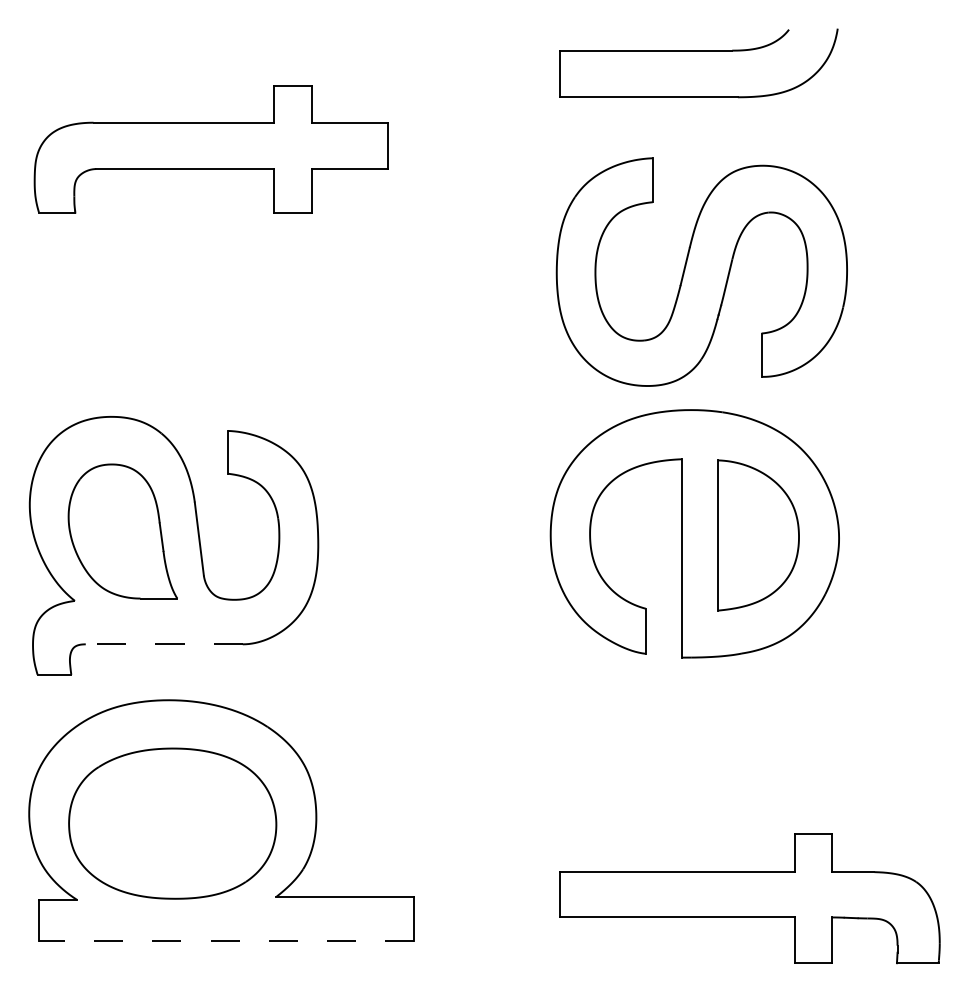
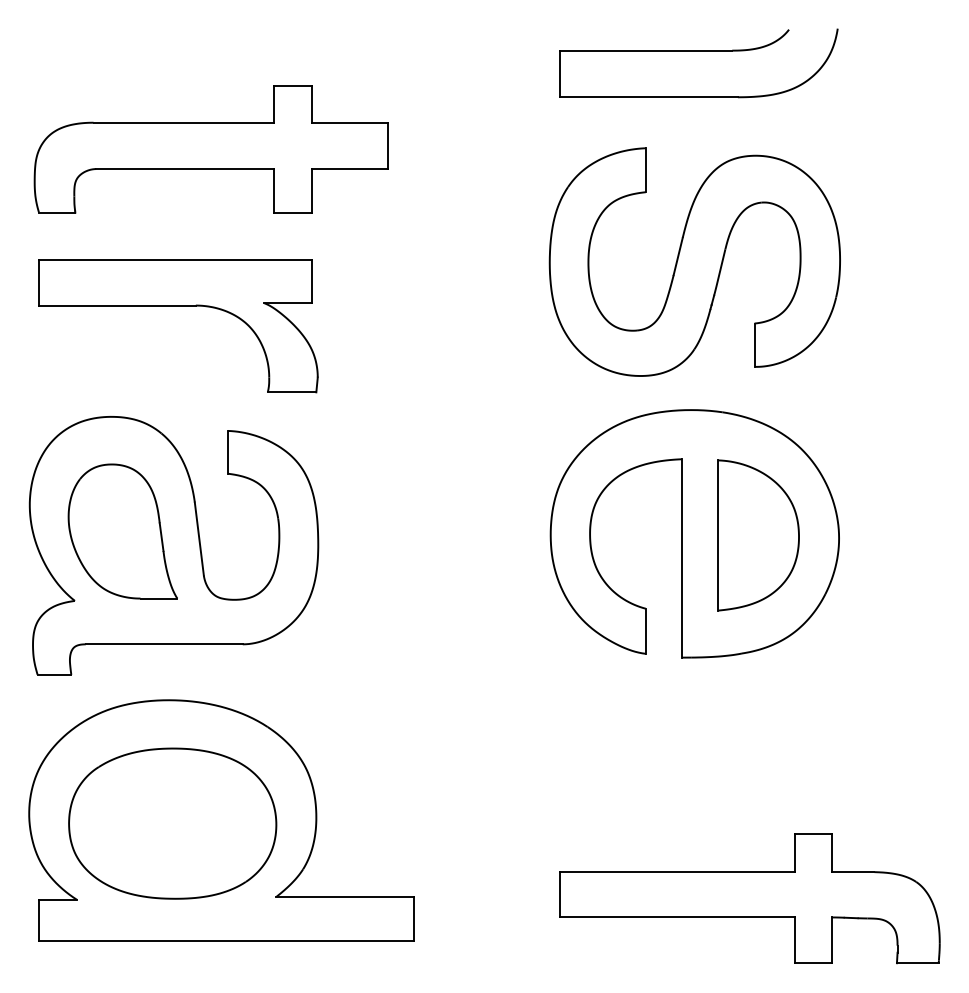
part at (701, 271) position: (701, 271) -> (694, 261)
part at (178, 306): none -> present
line at (164, 644): dashed -> solid
line at (226, 940): dashed -> solid
